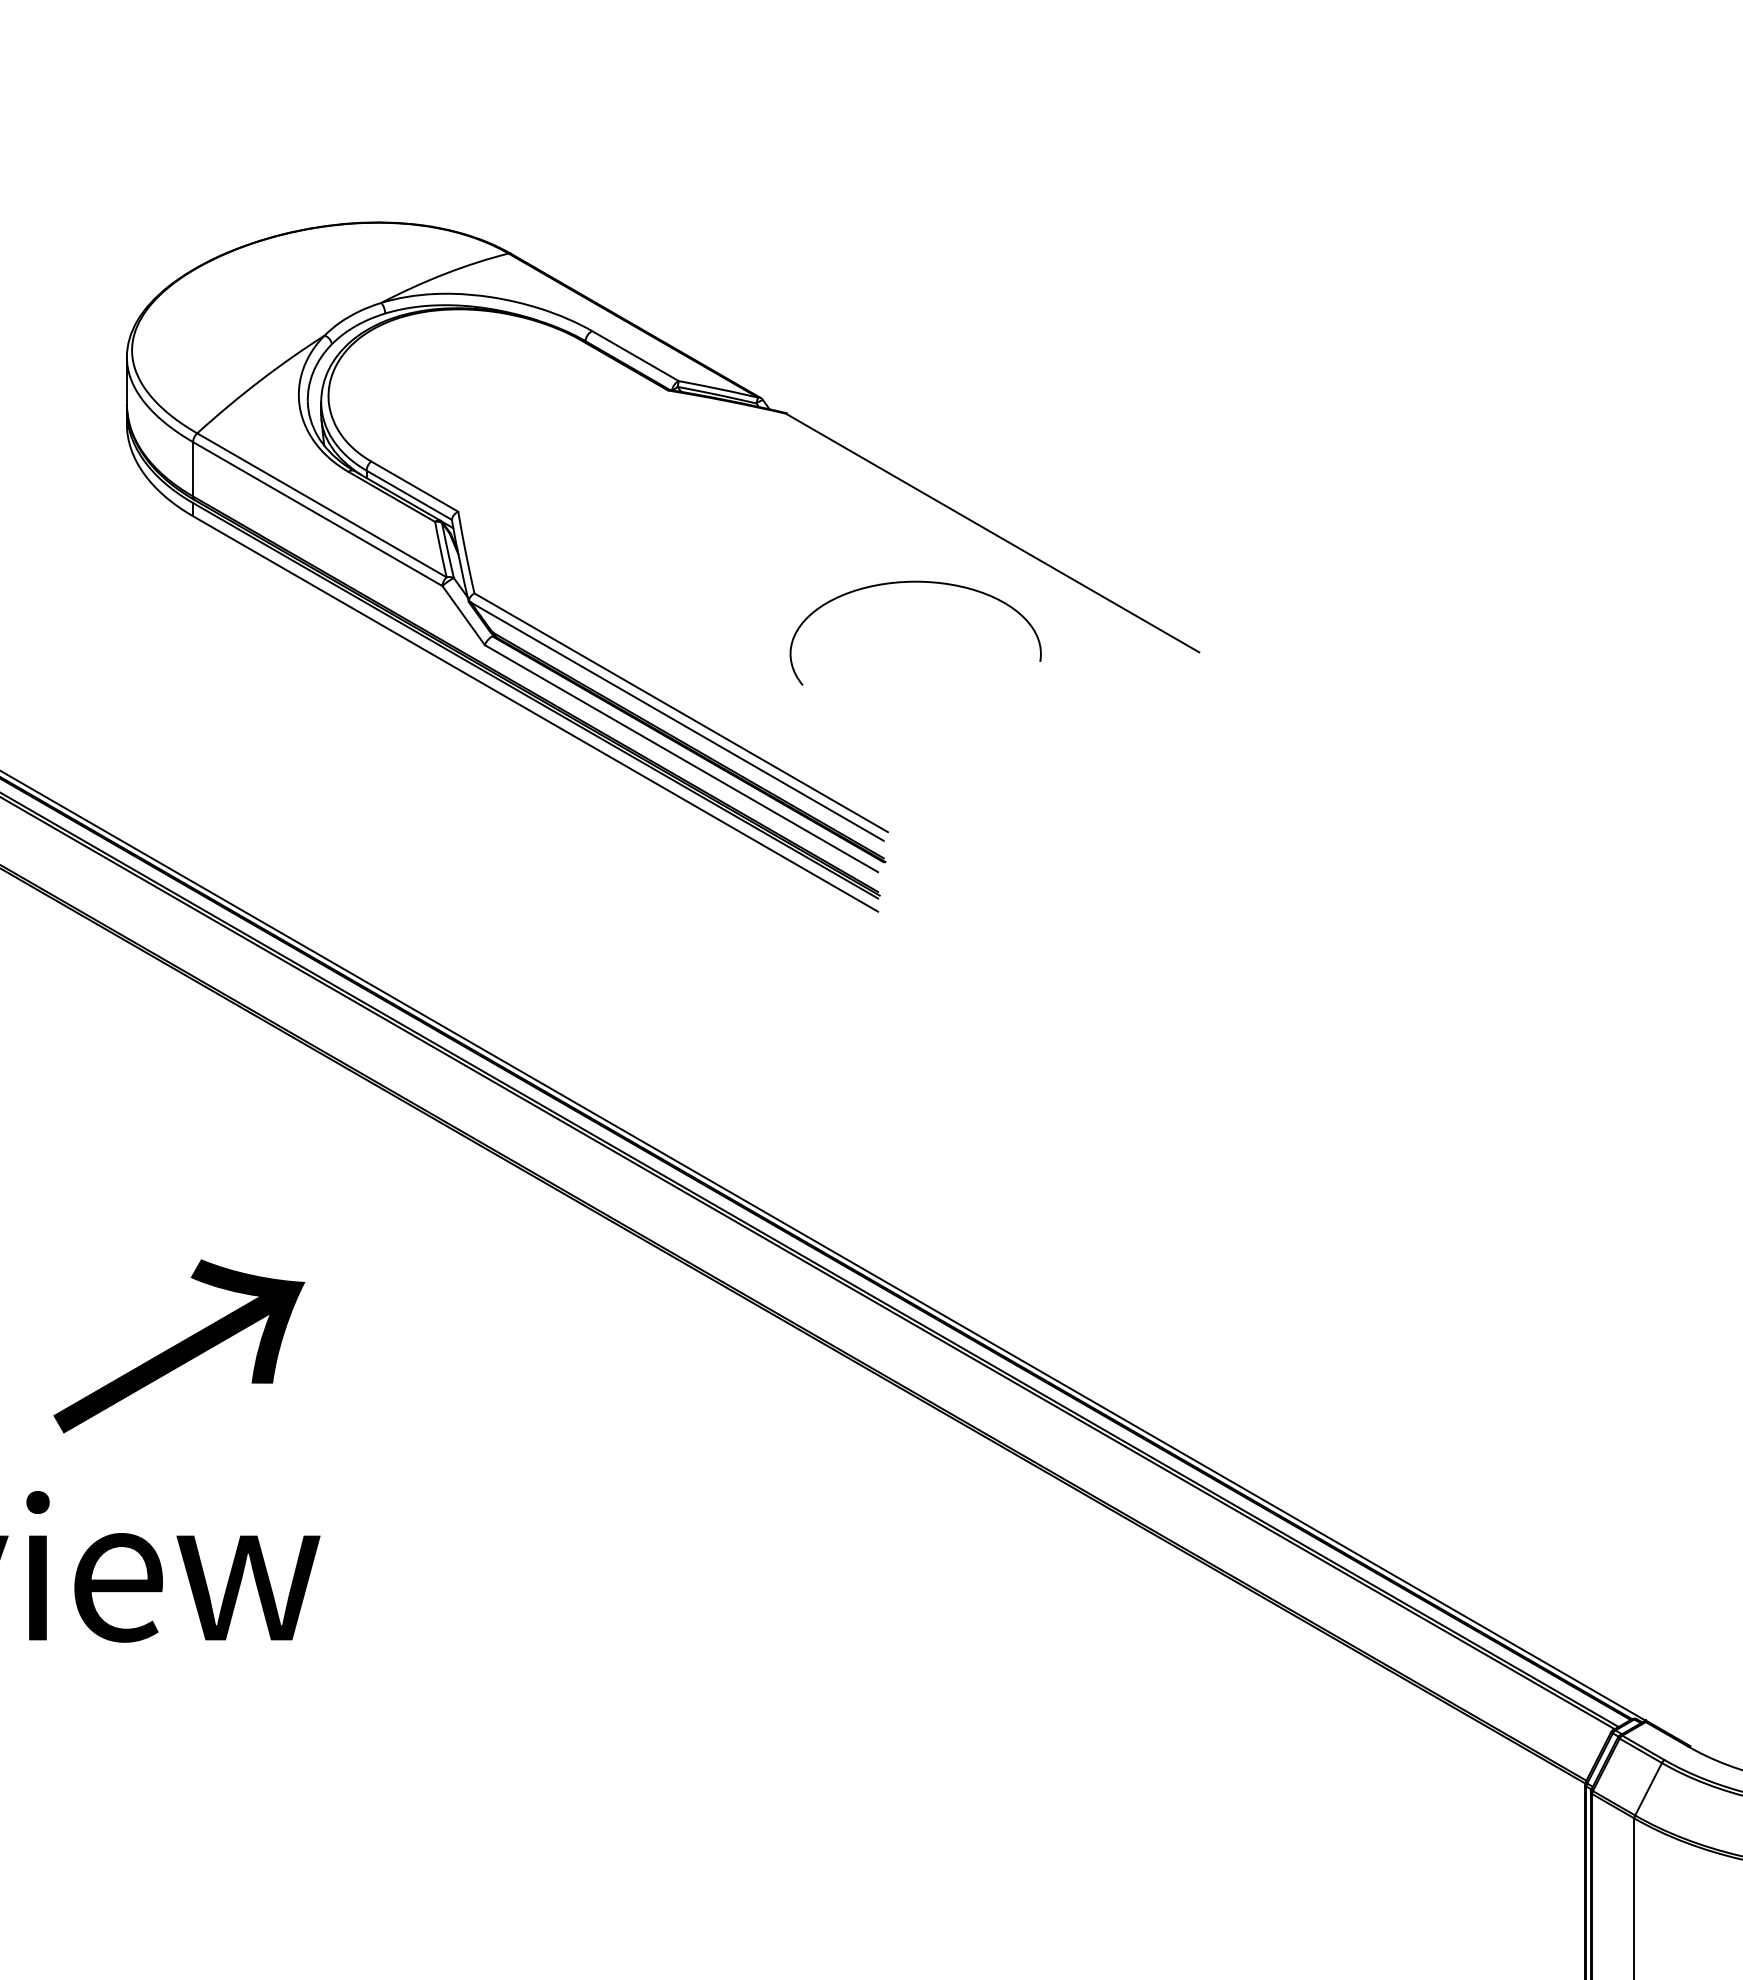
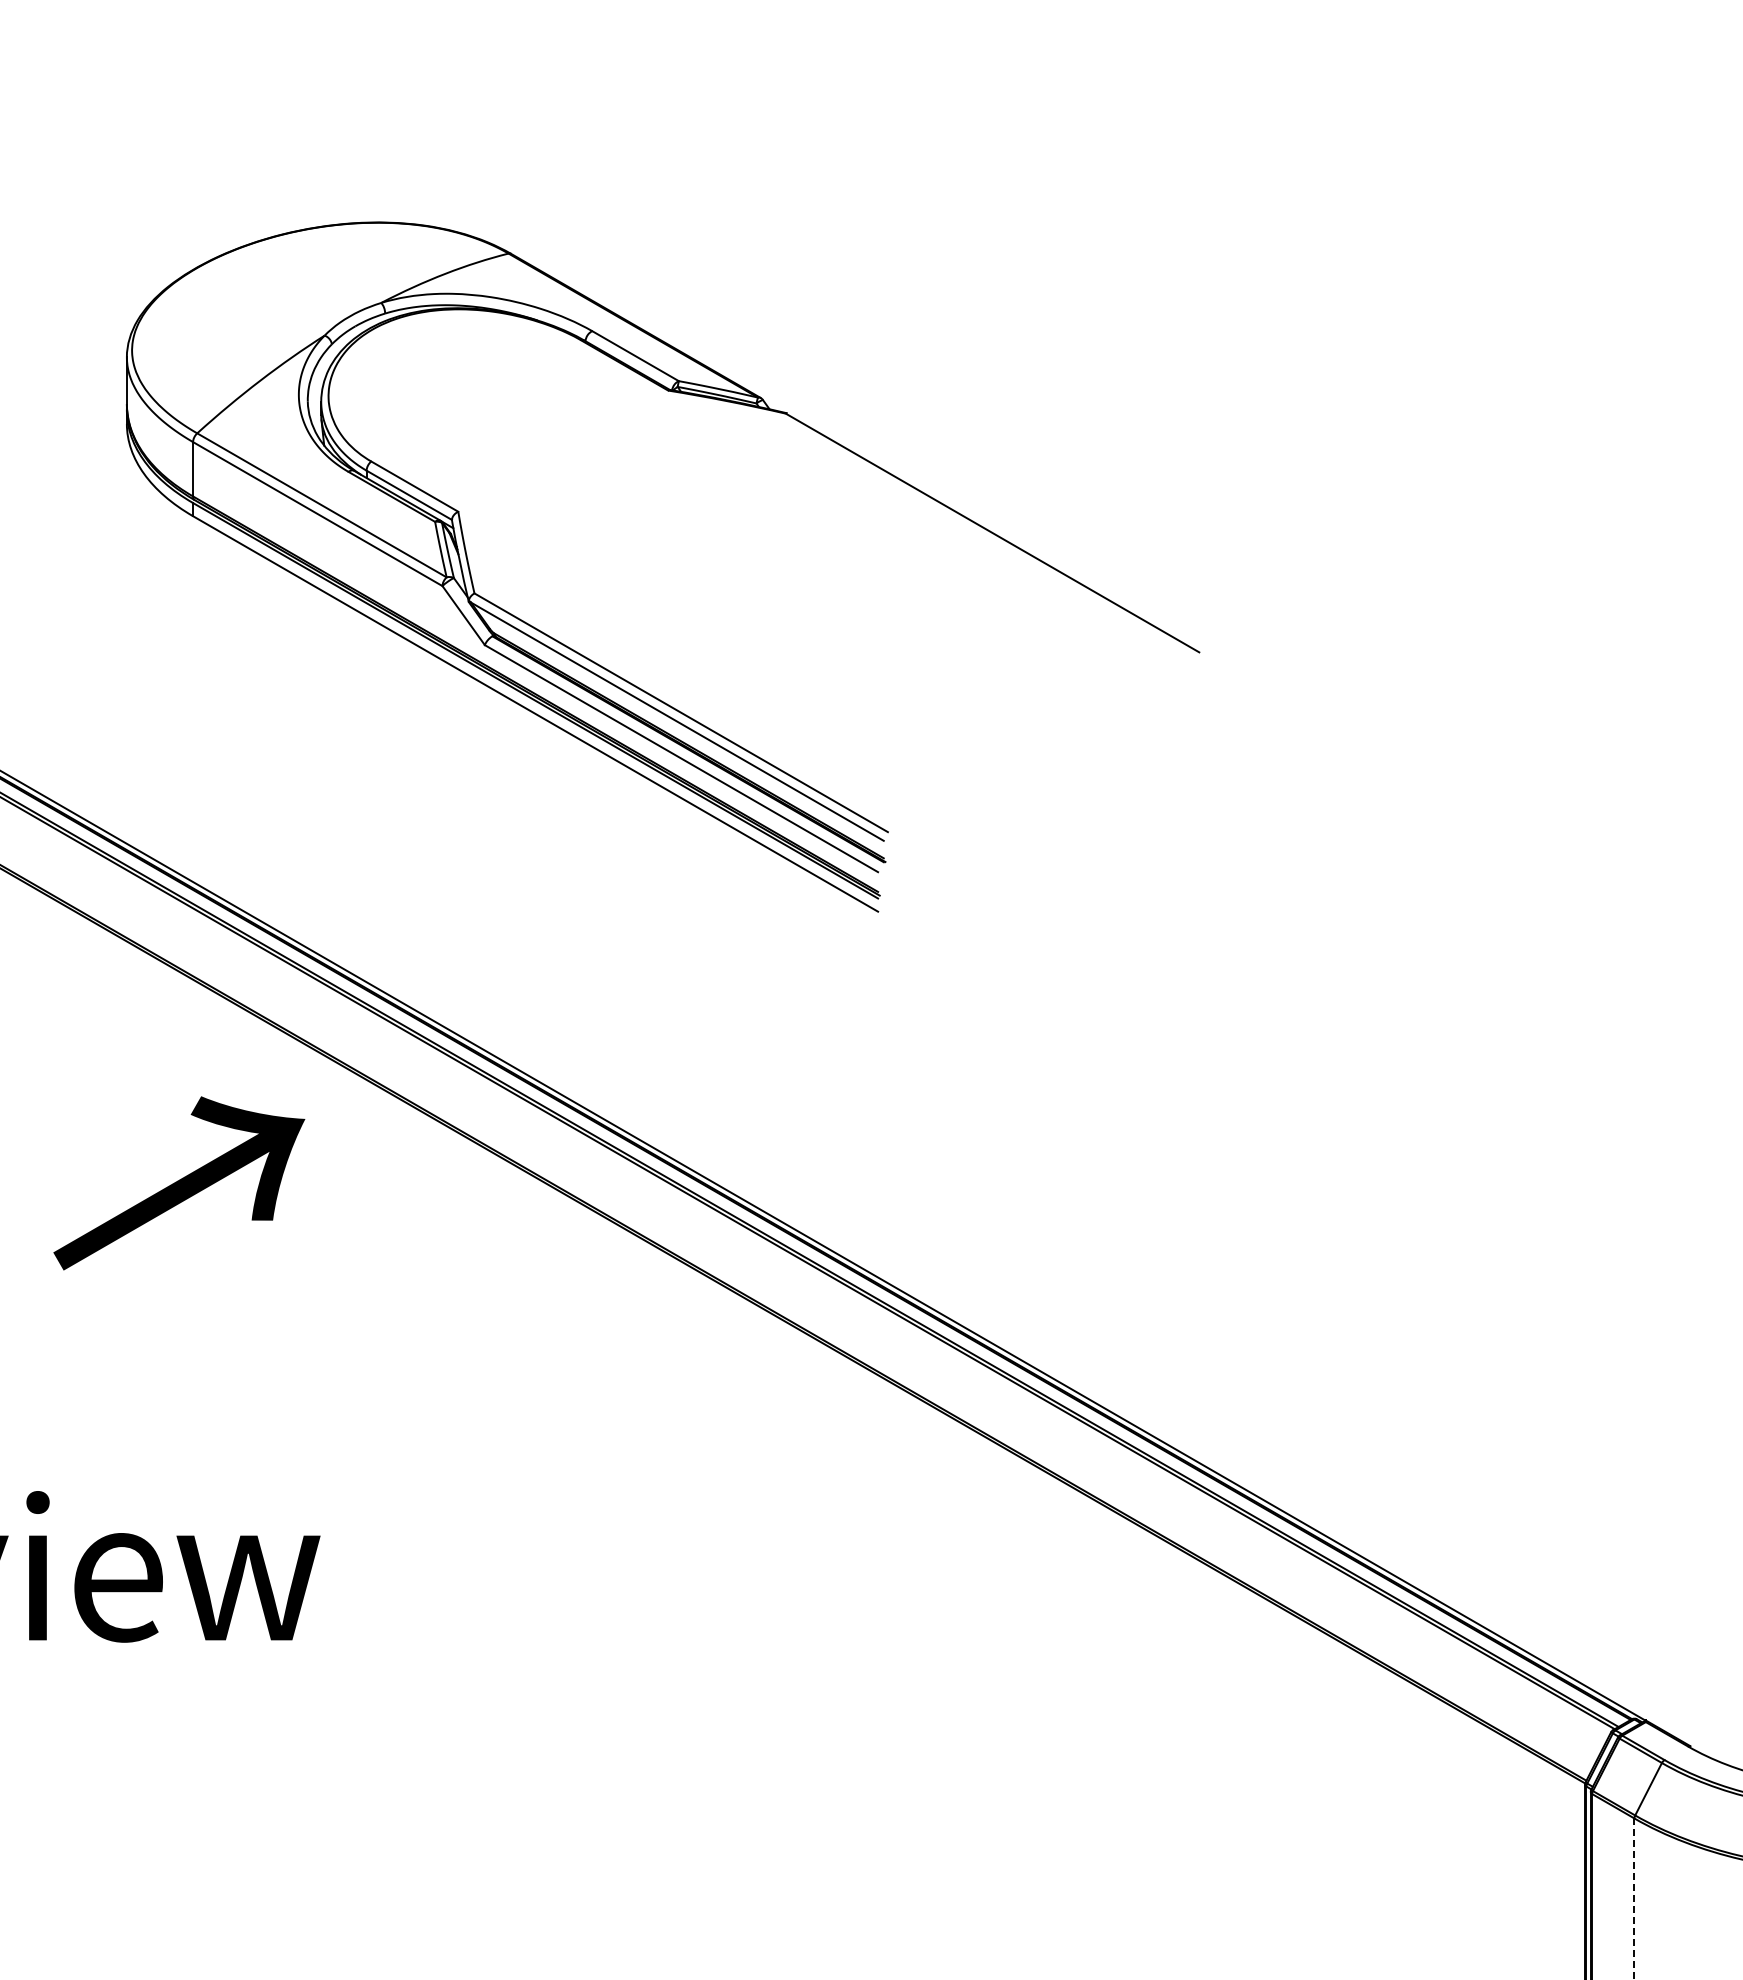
curve at (915, 582): present -> none
text at (179, 1346) position: (179, 1346) -> (179, 1183)
line at (1634, 1899): solid -> dashed
